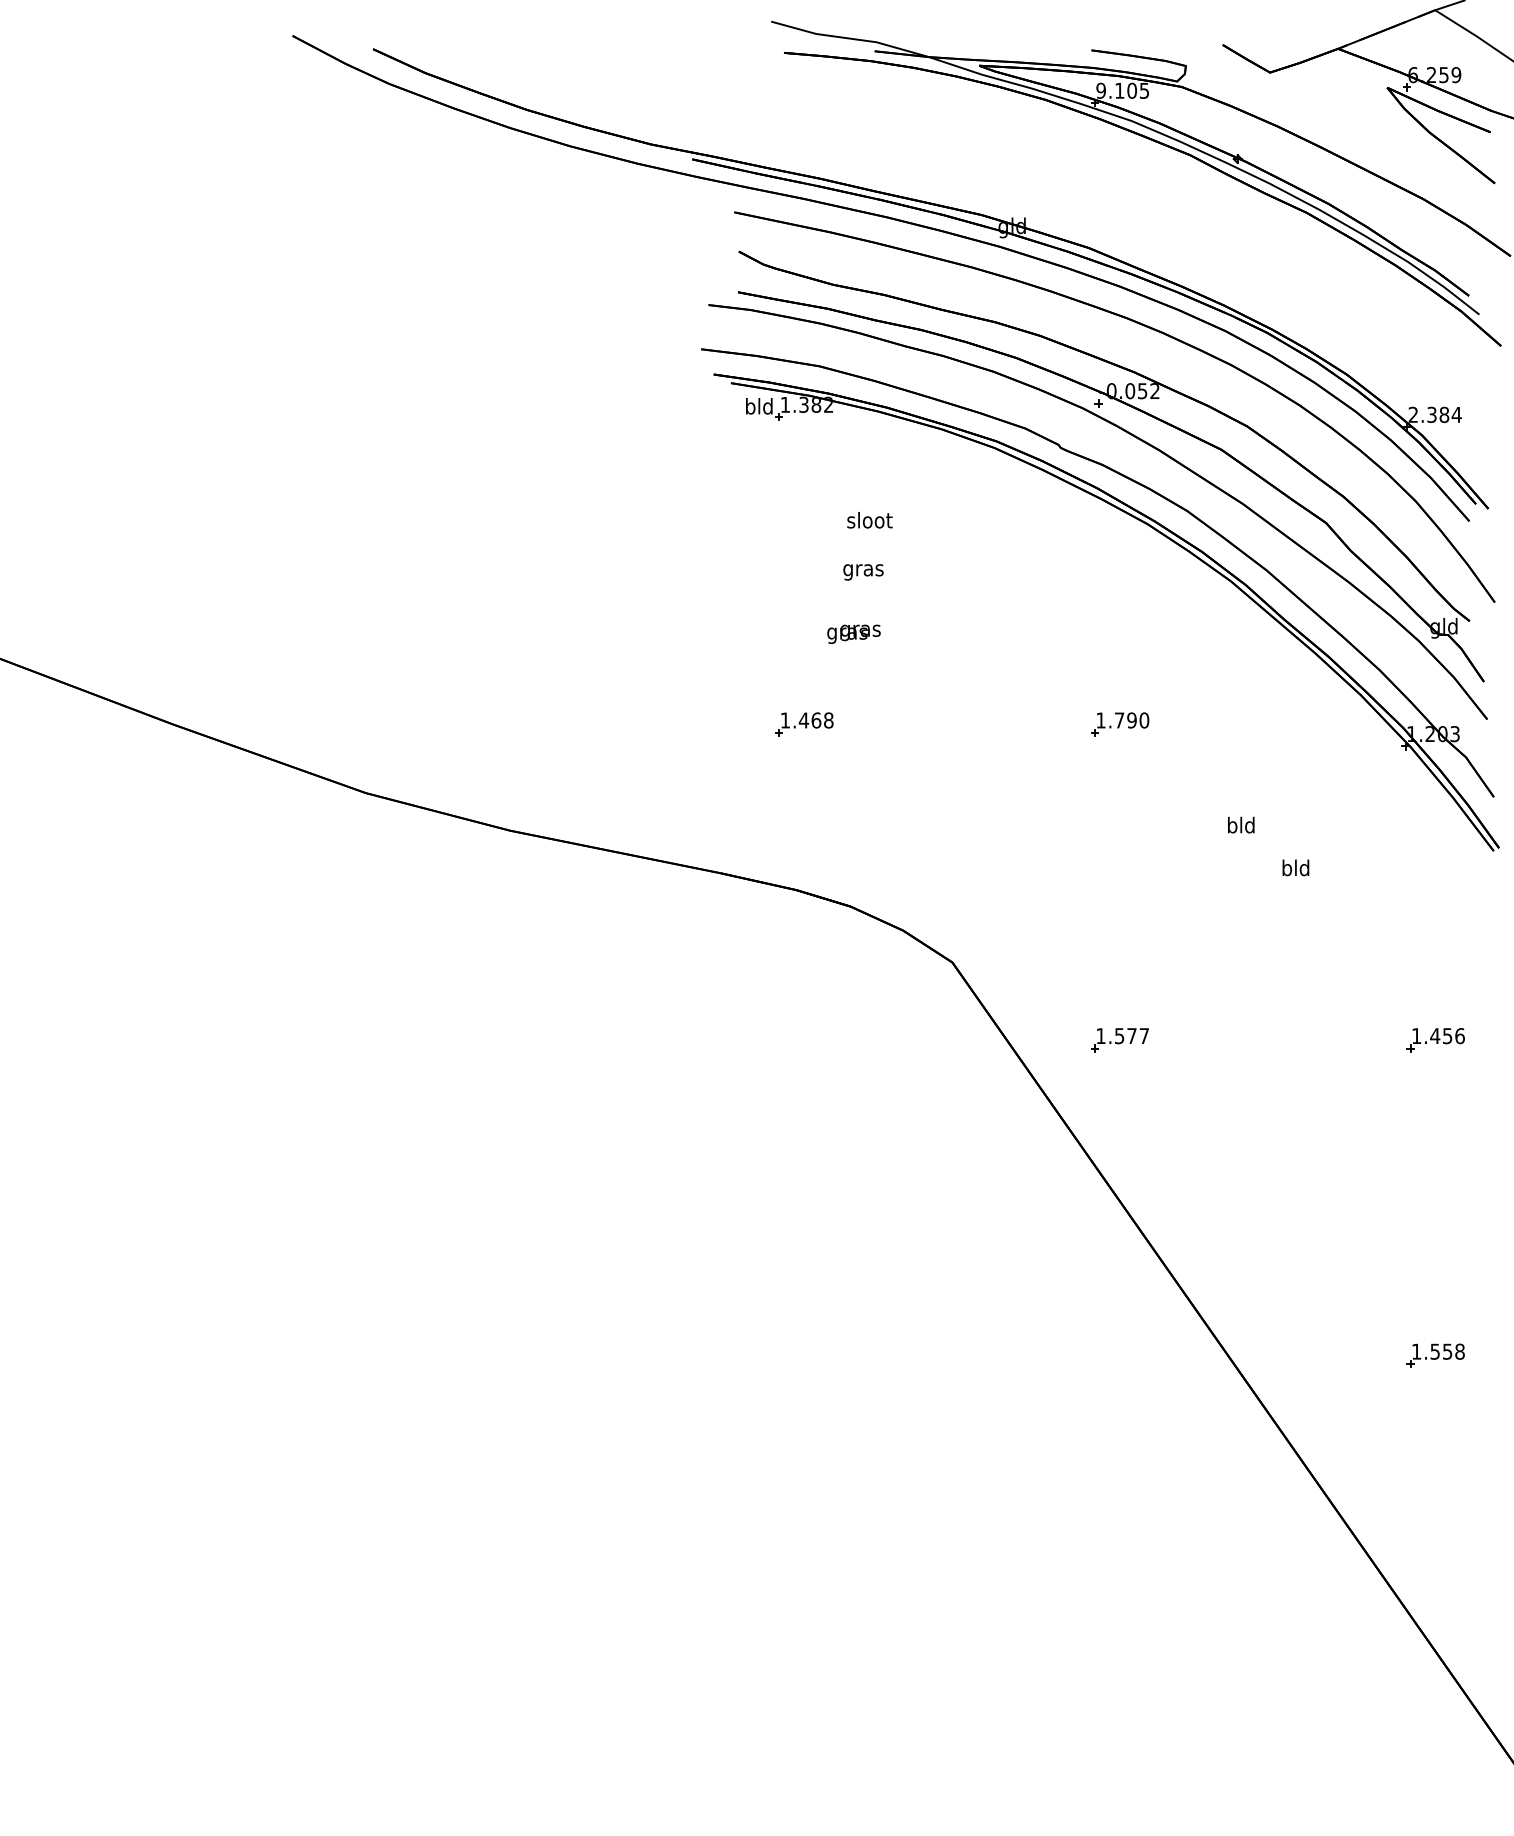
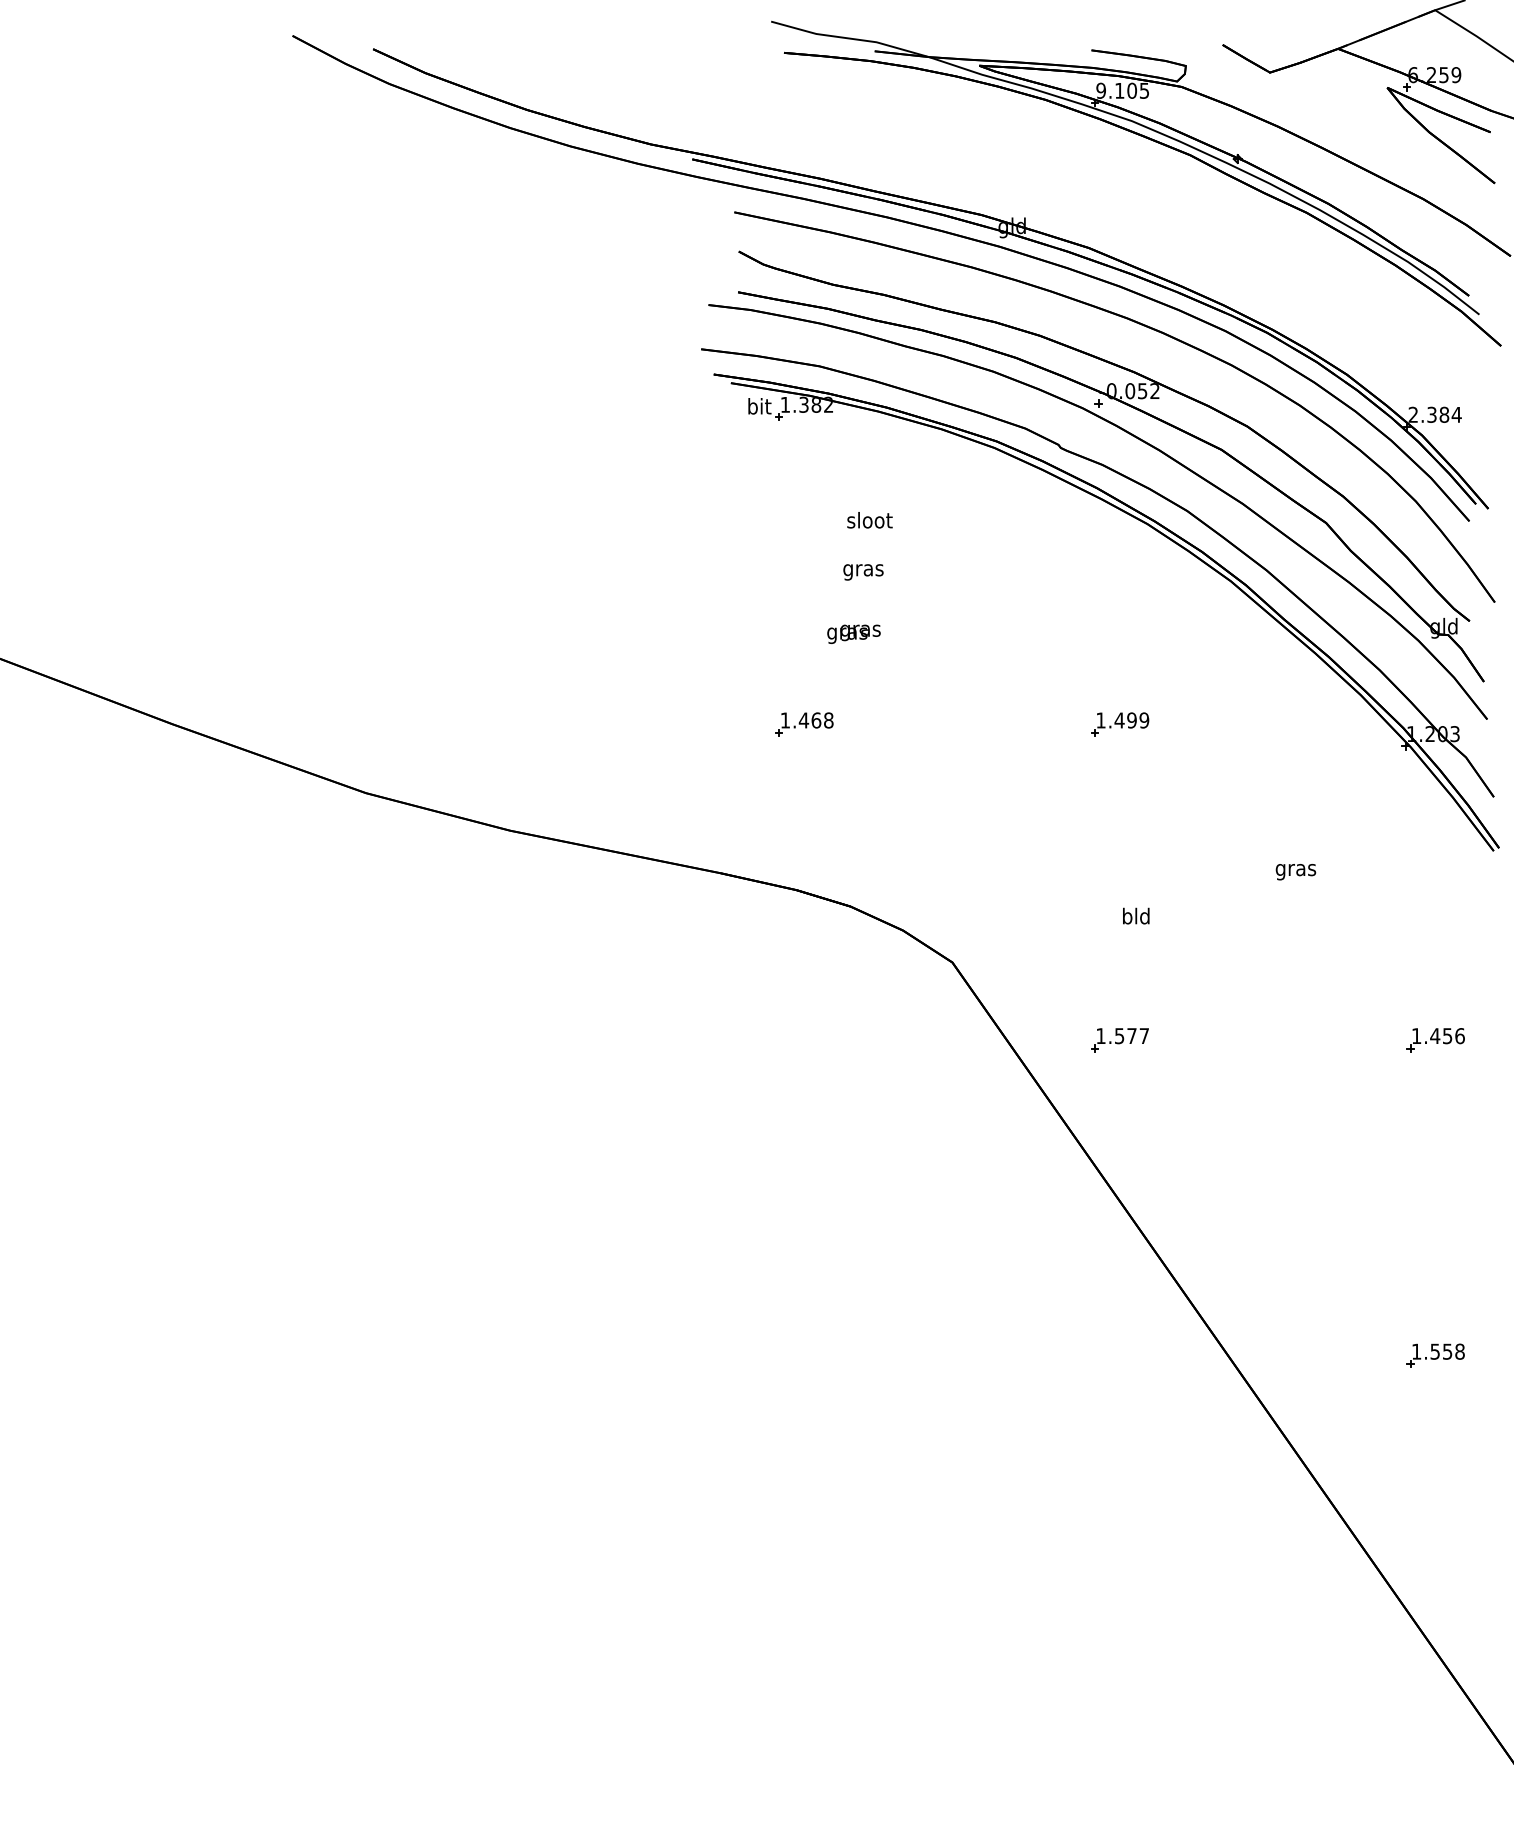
text at (759, 406): bld -> bit
text at (1131, 720): 1.790 -> 1.499
text at (1241, 824) position: (1241, 824) -> (1136, 915)
text at (1295, 869): bld -> gras
